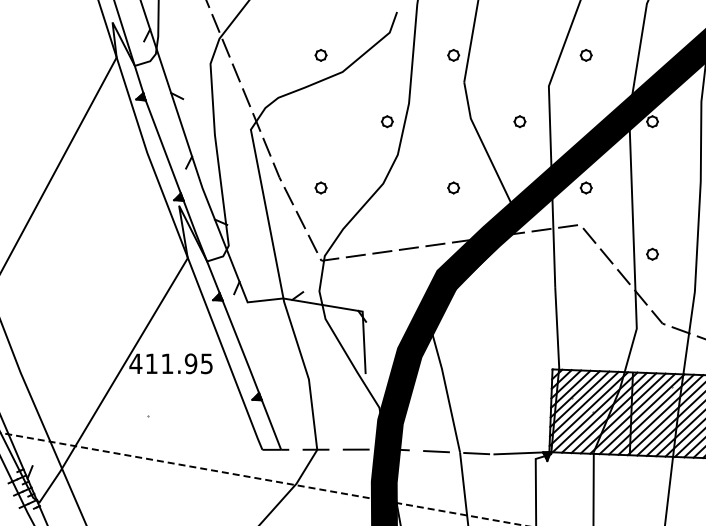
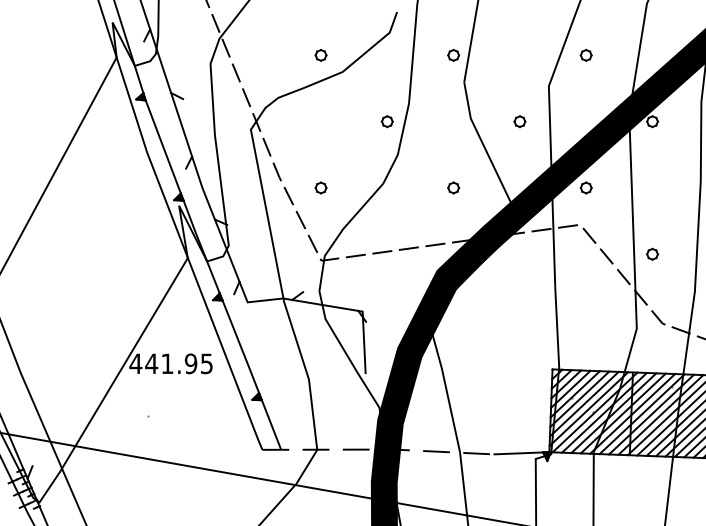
text at (151, 363): 411.95 -> 441.95
line at (263, 479): dashed -> solid
